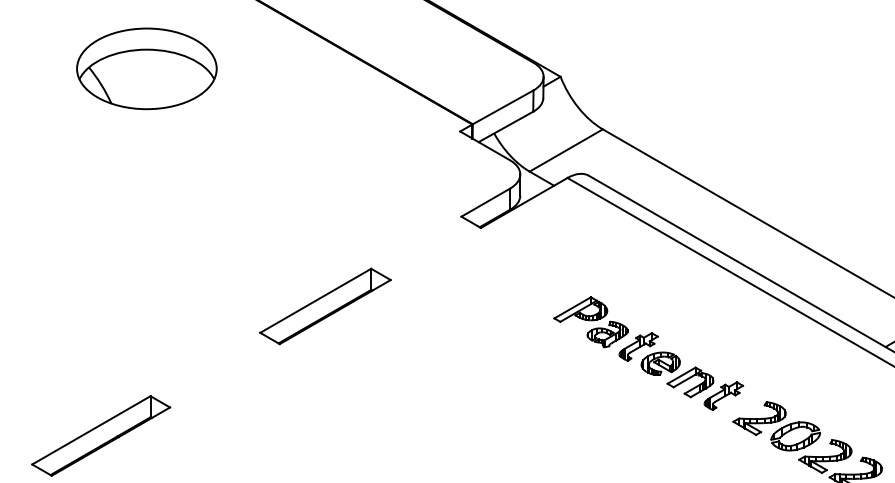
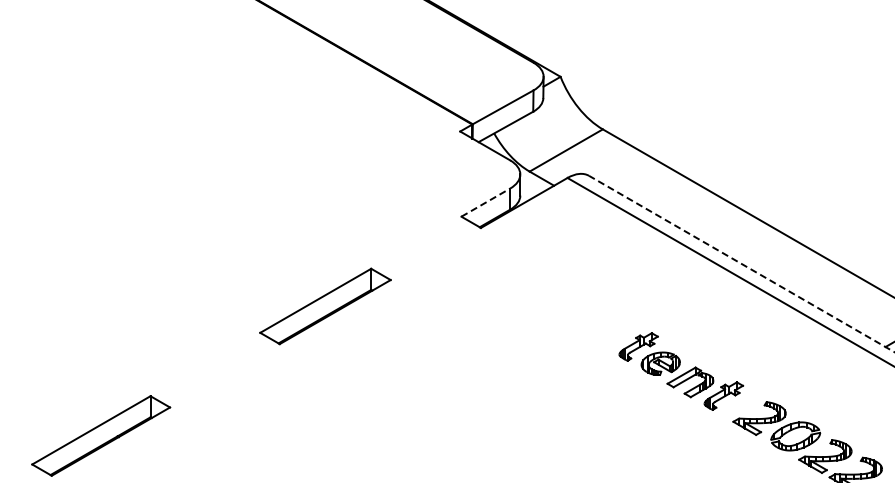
part at (146, 68): present -> none
line at (486, 202): solid -> dashed
line at (741, 263): solid -> dashed
part at (590, 322): present -> none
